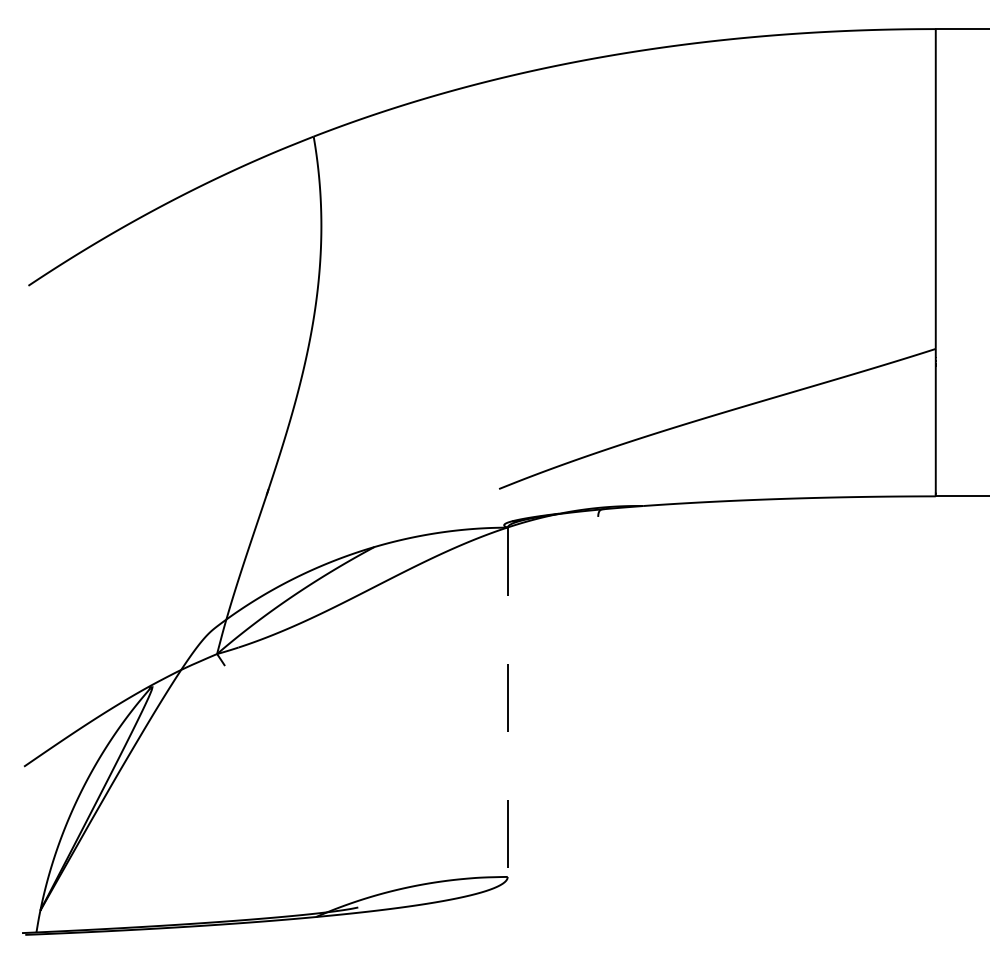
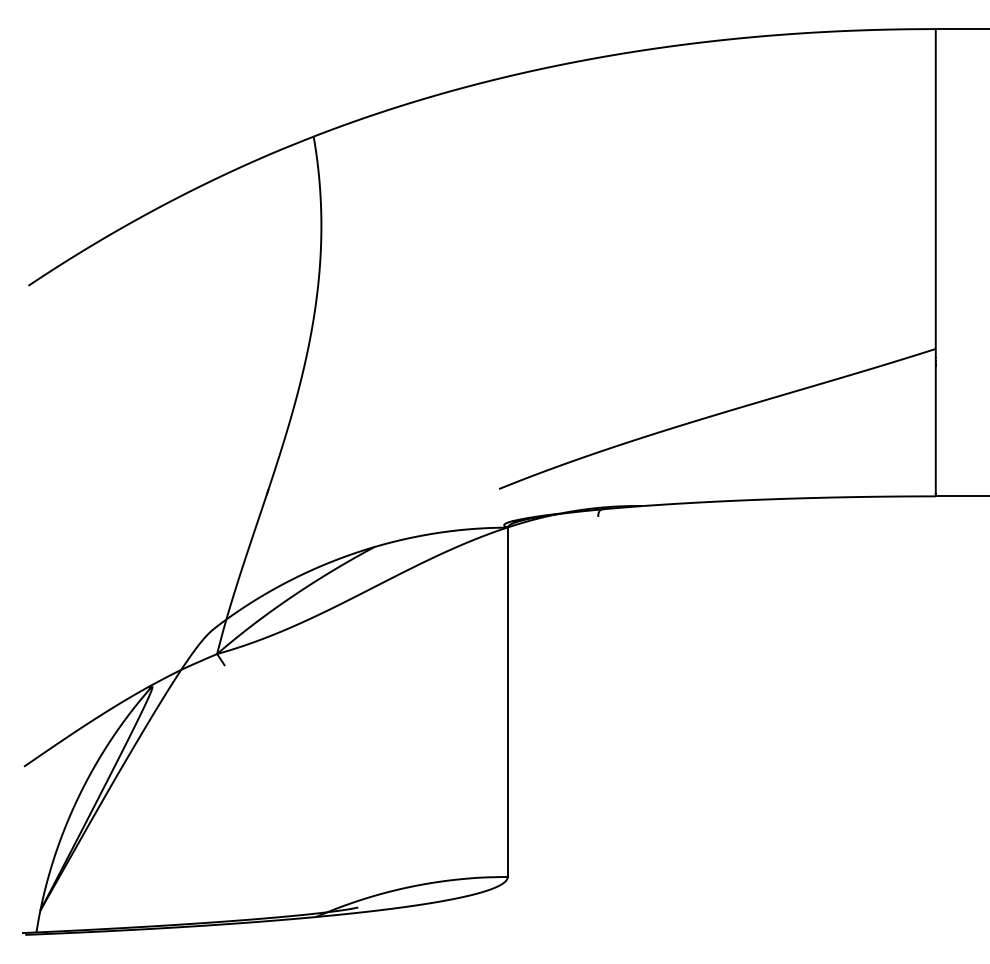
line at (507, 702): dashed -> solid
